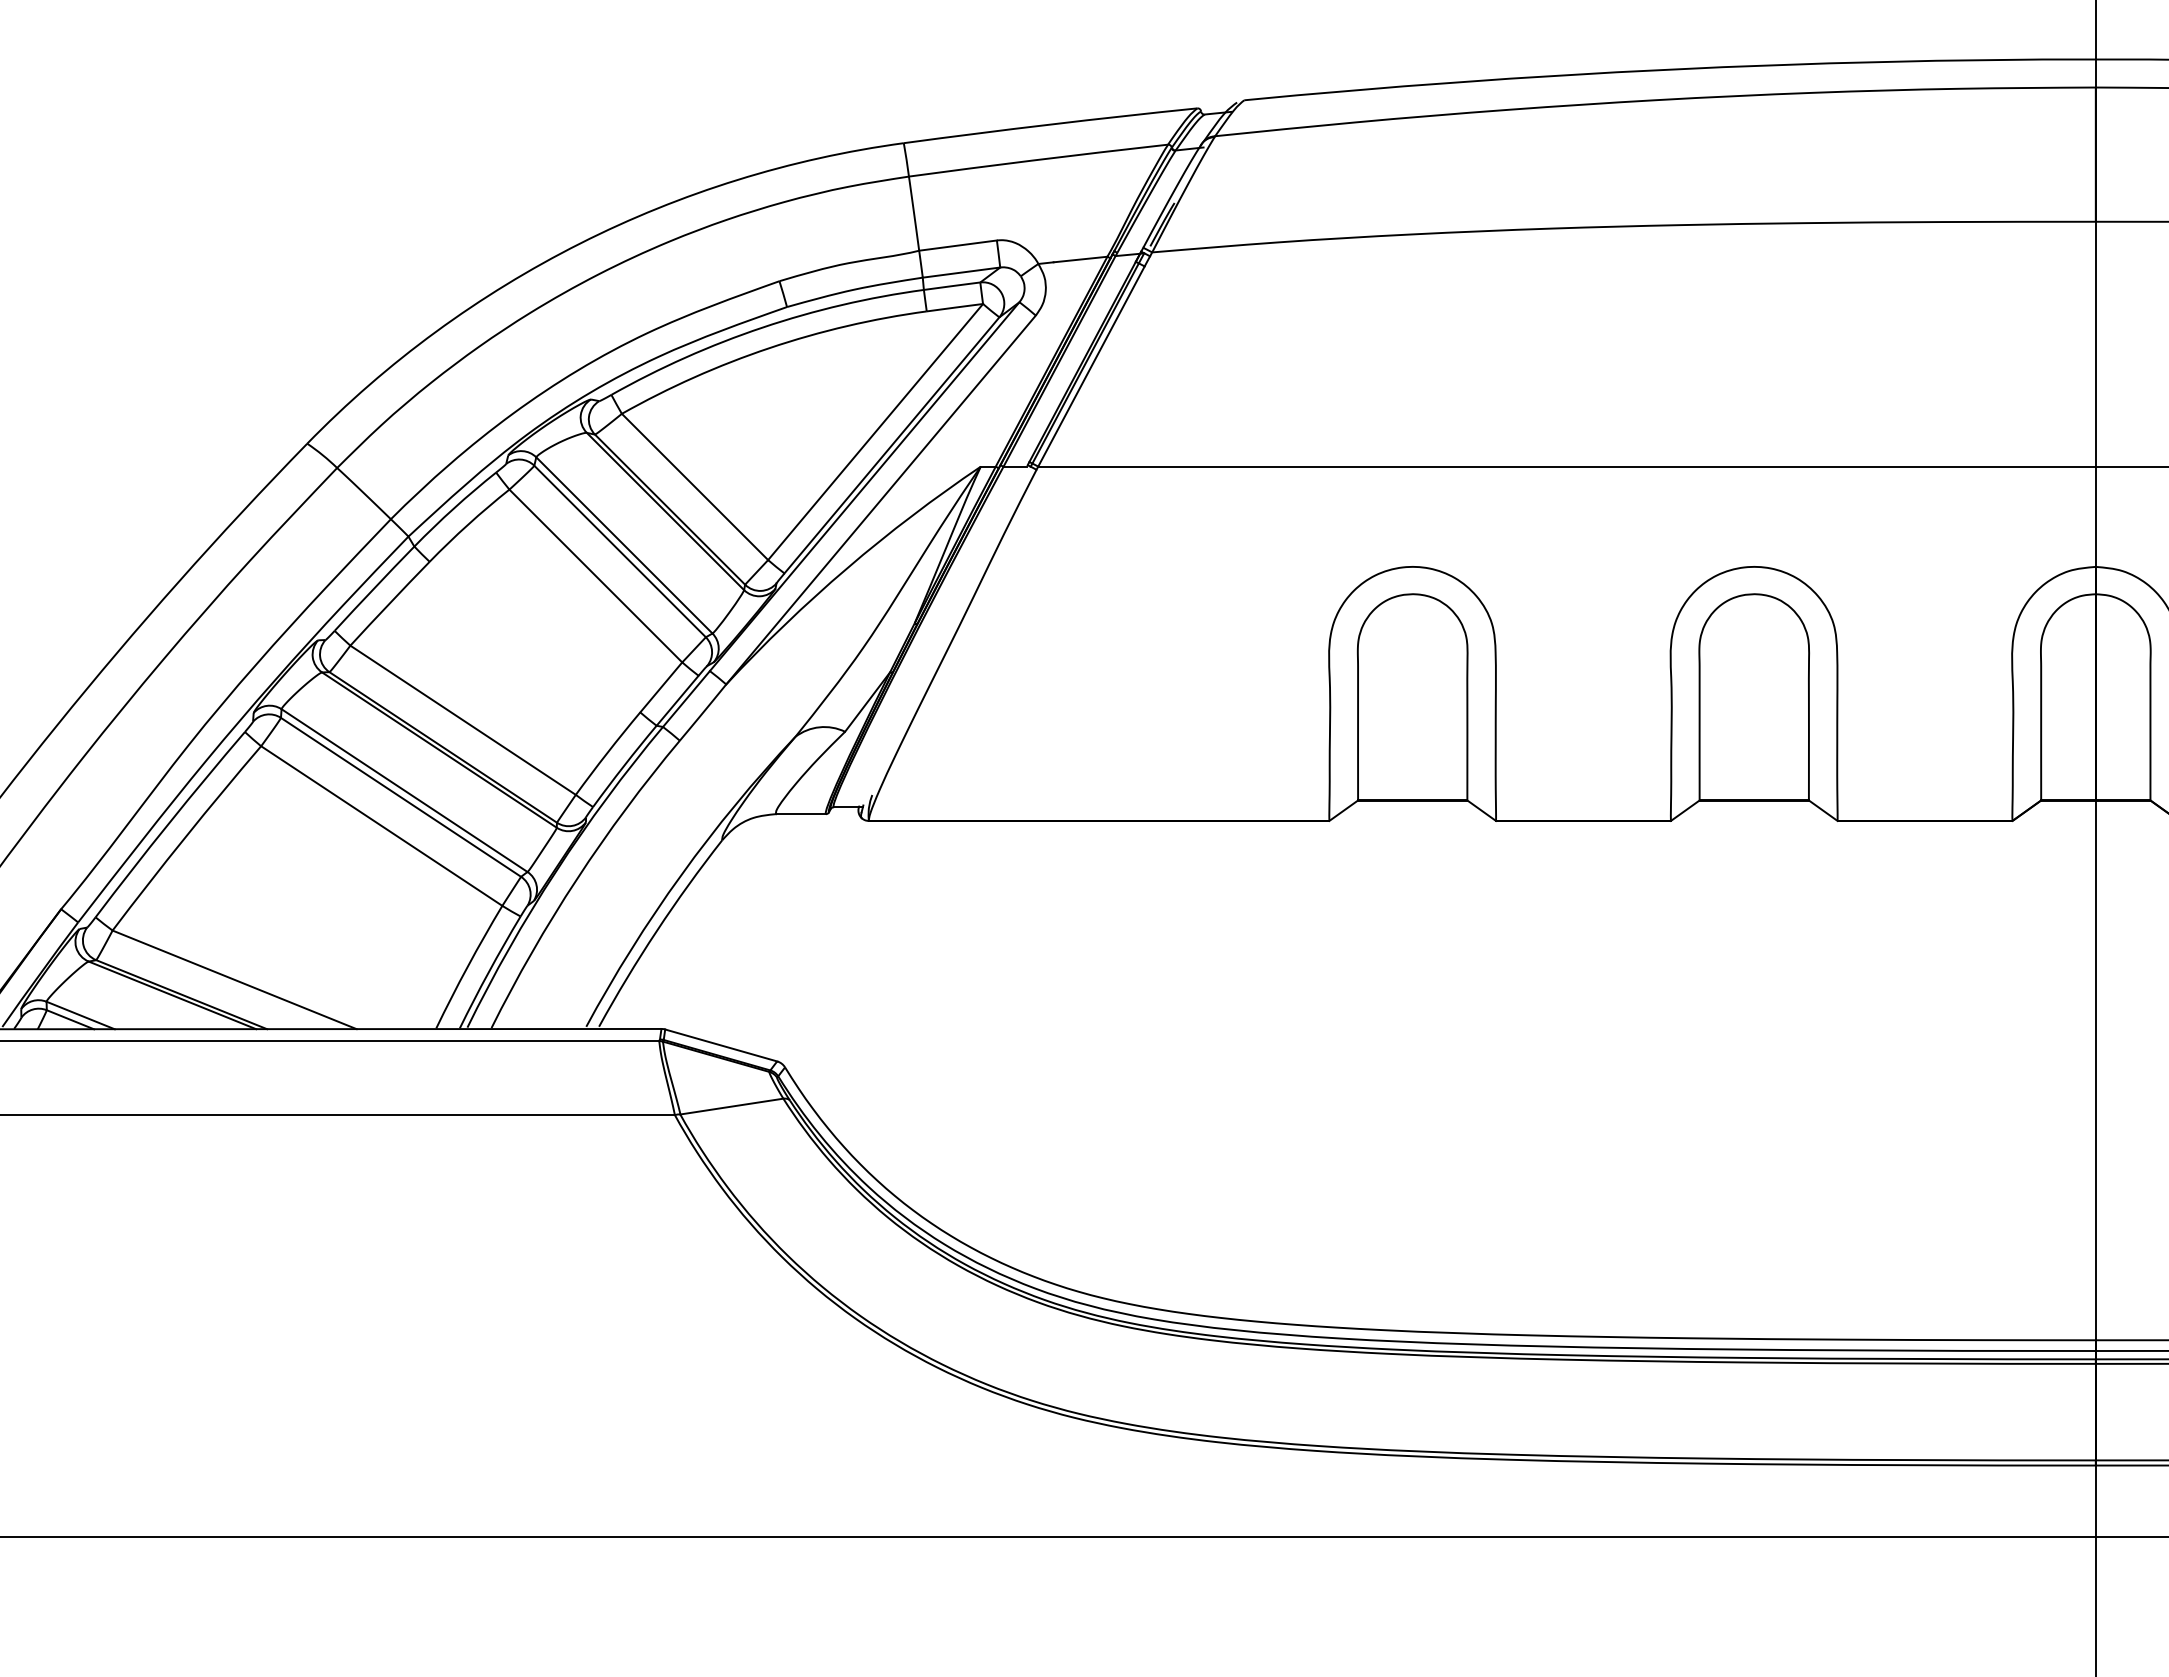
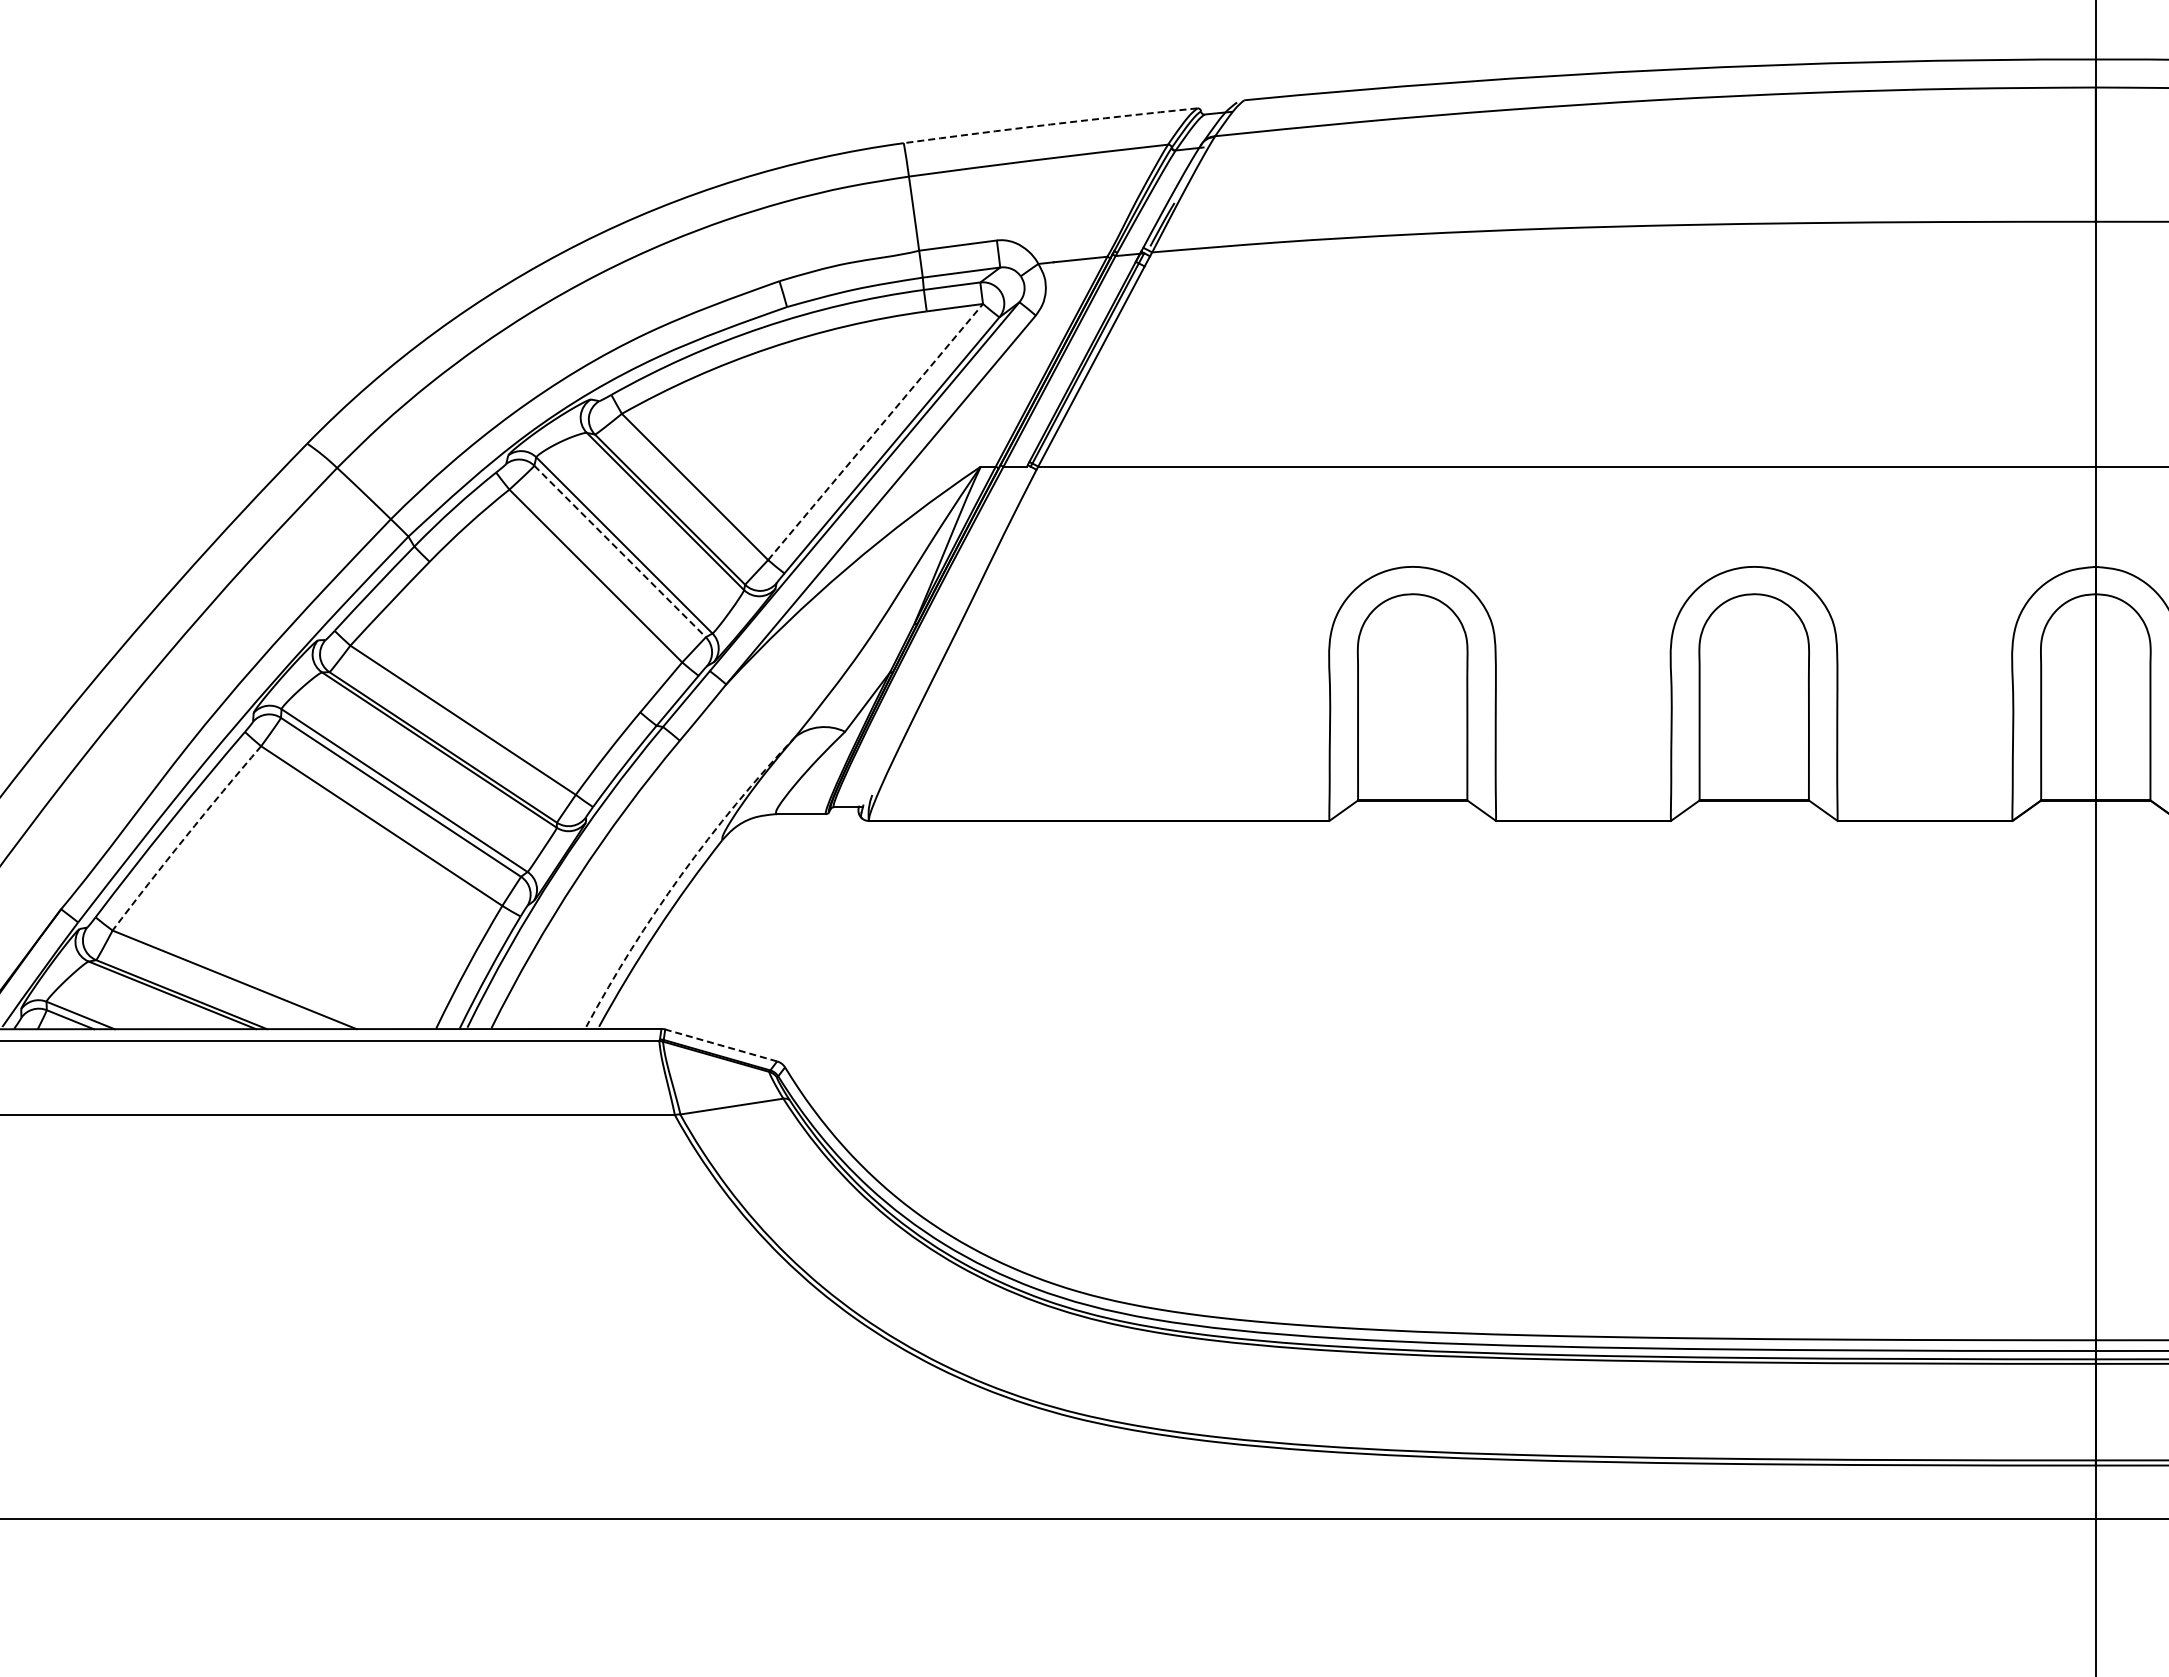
arc at (1050, 124): solid -> dashed
line at (875, 431): solid -> dashed
line at (620, 551): solid -> dashed
arc at (185, 837): solid -> dashed
arc at (681, 875): solid -> dashed
line at (720, 1045): solid -> dashed
line at (1083, 1536) position: (1083, 1536) -> (1083, 1518)
